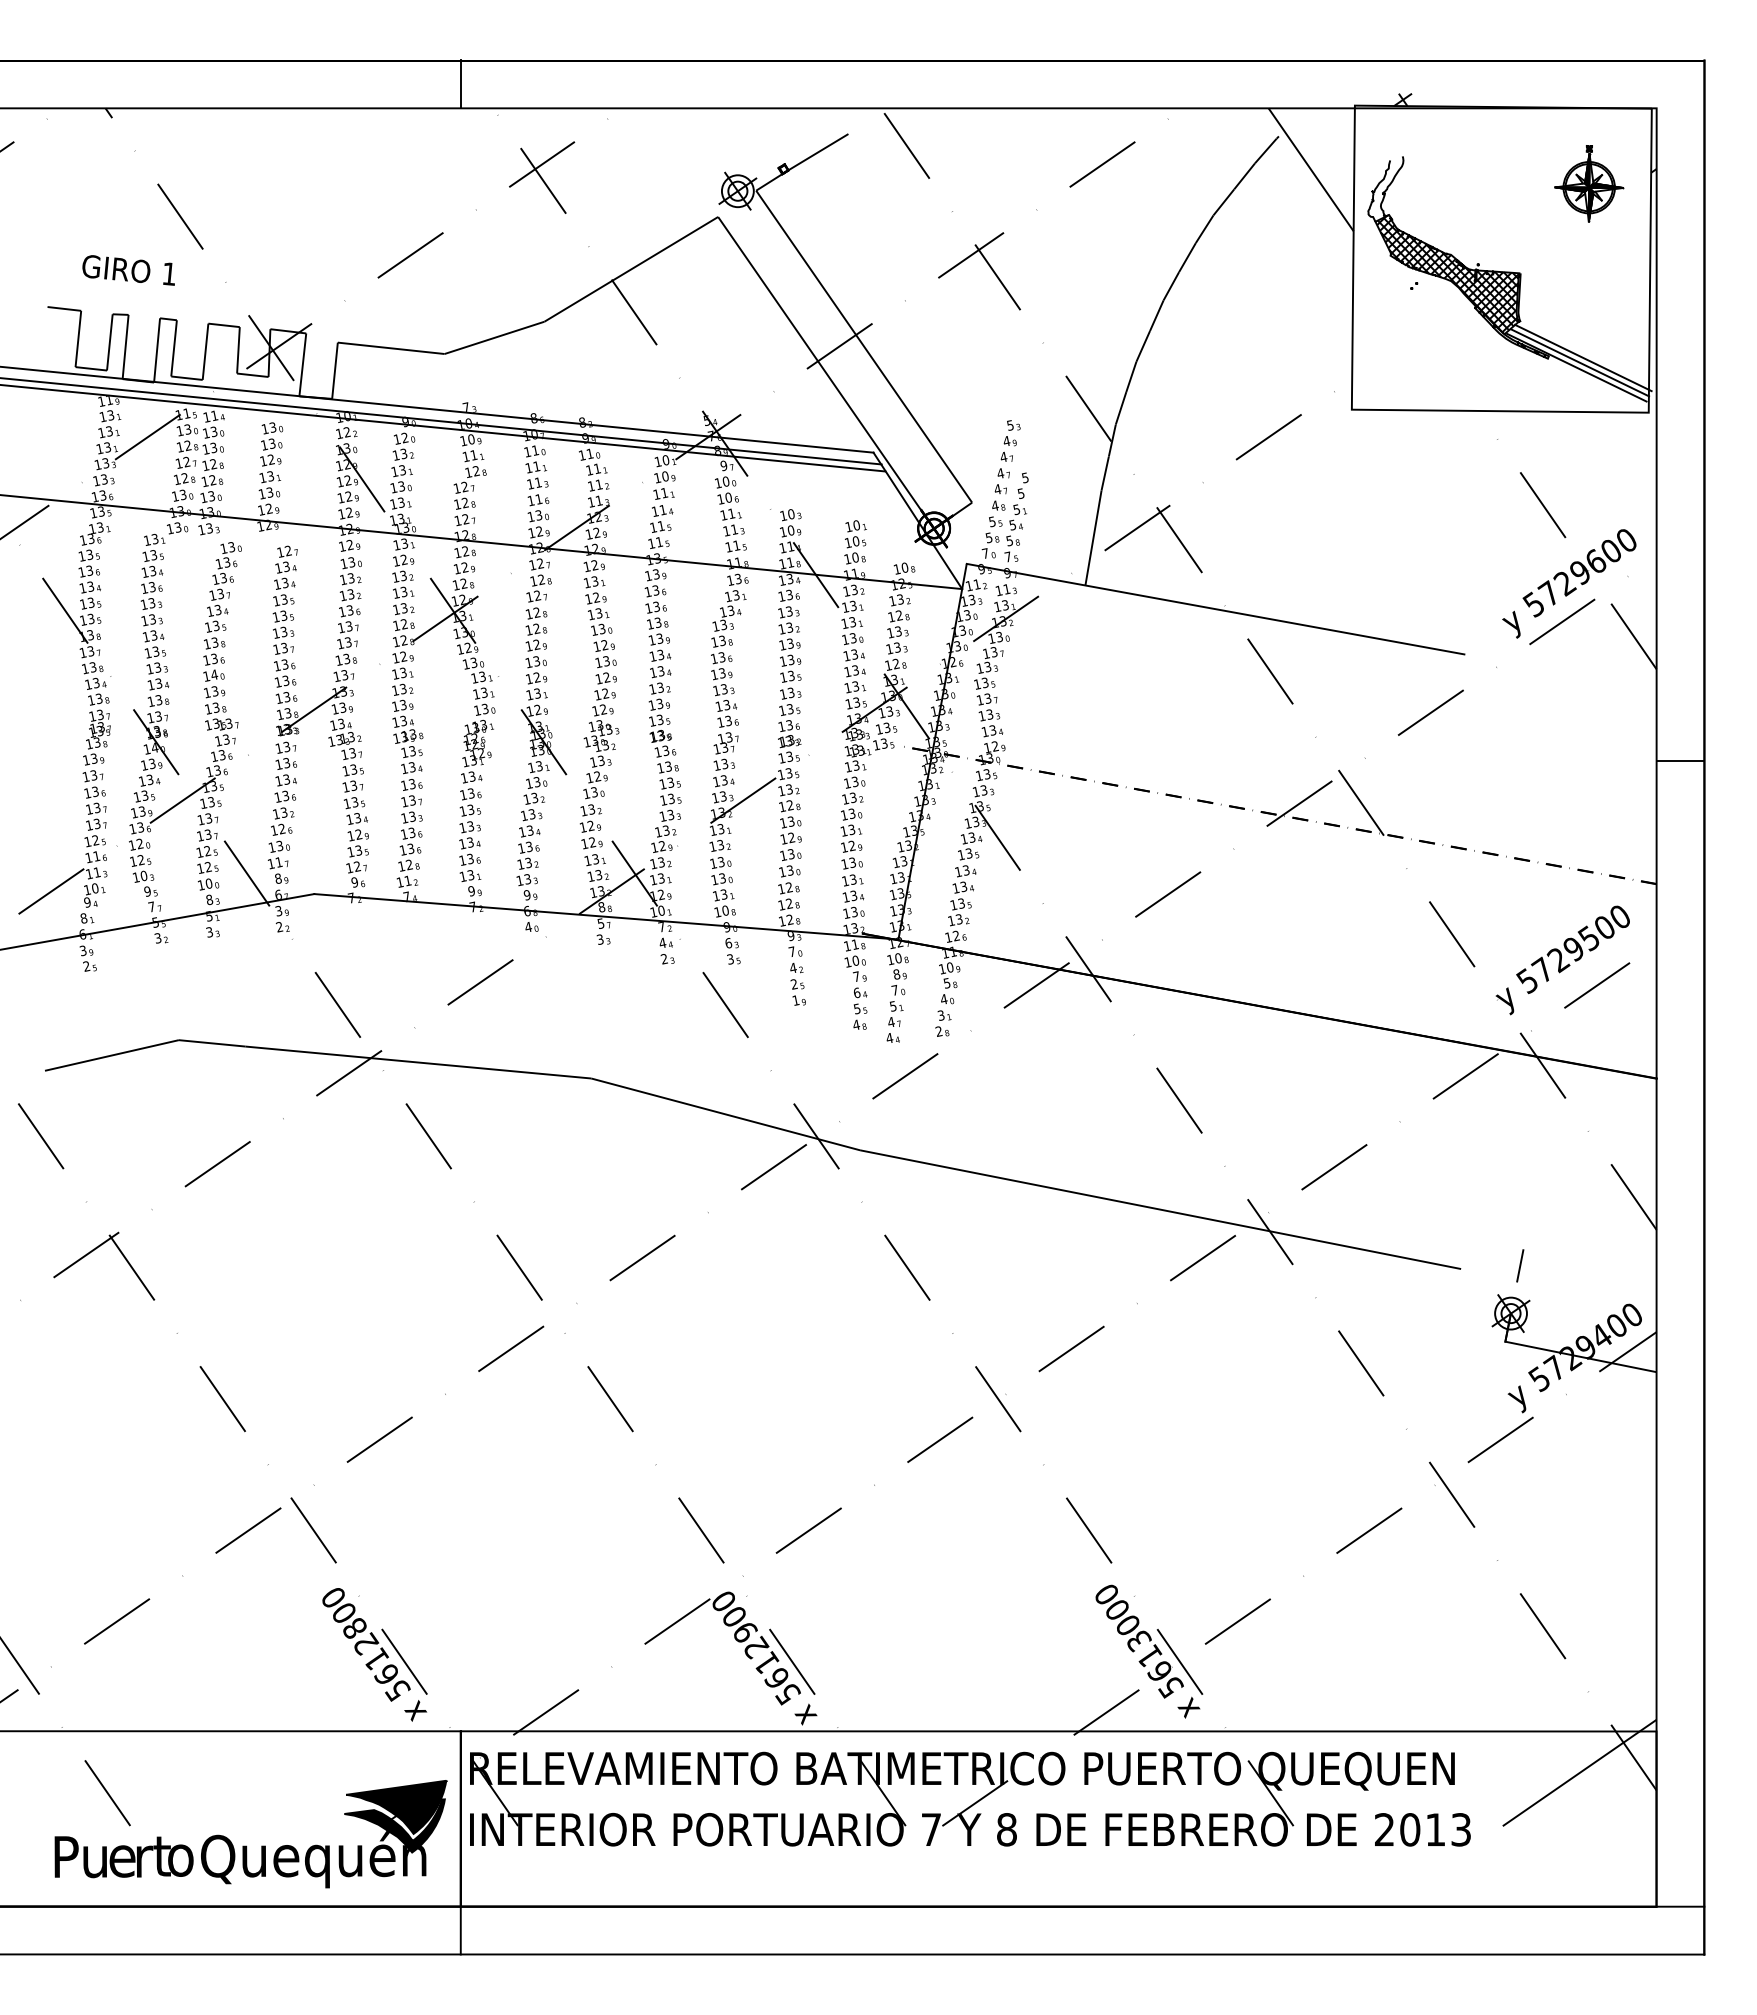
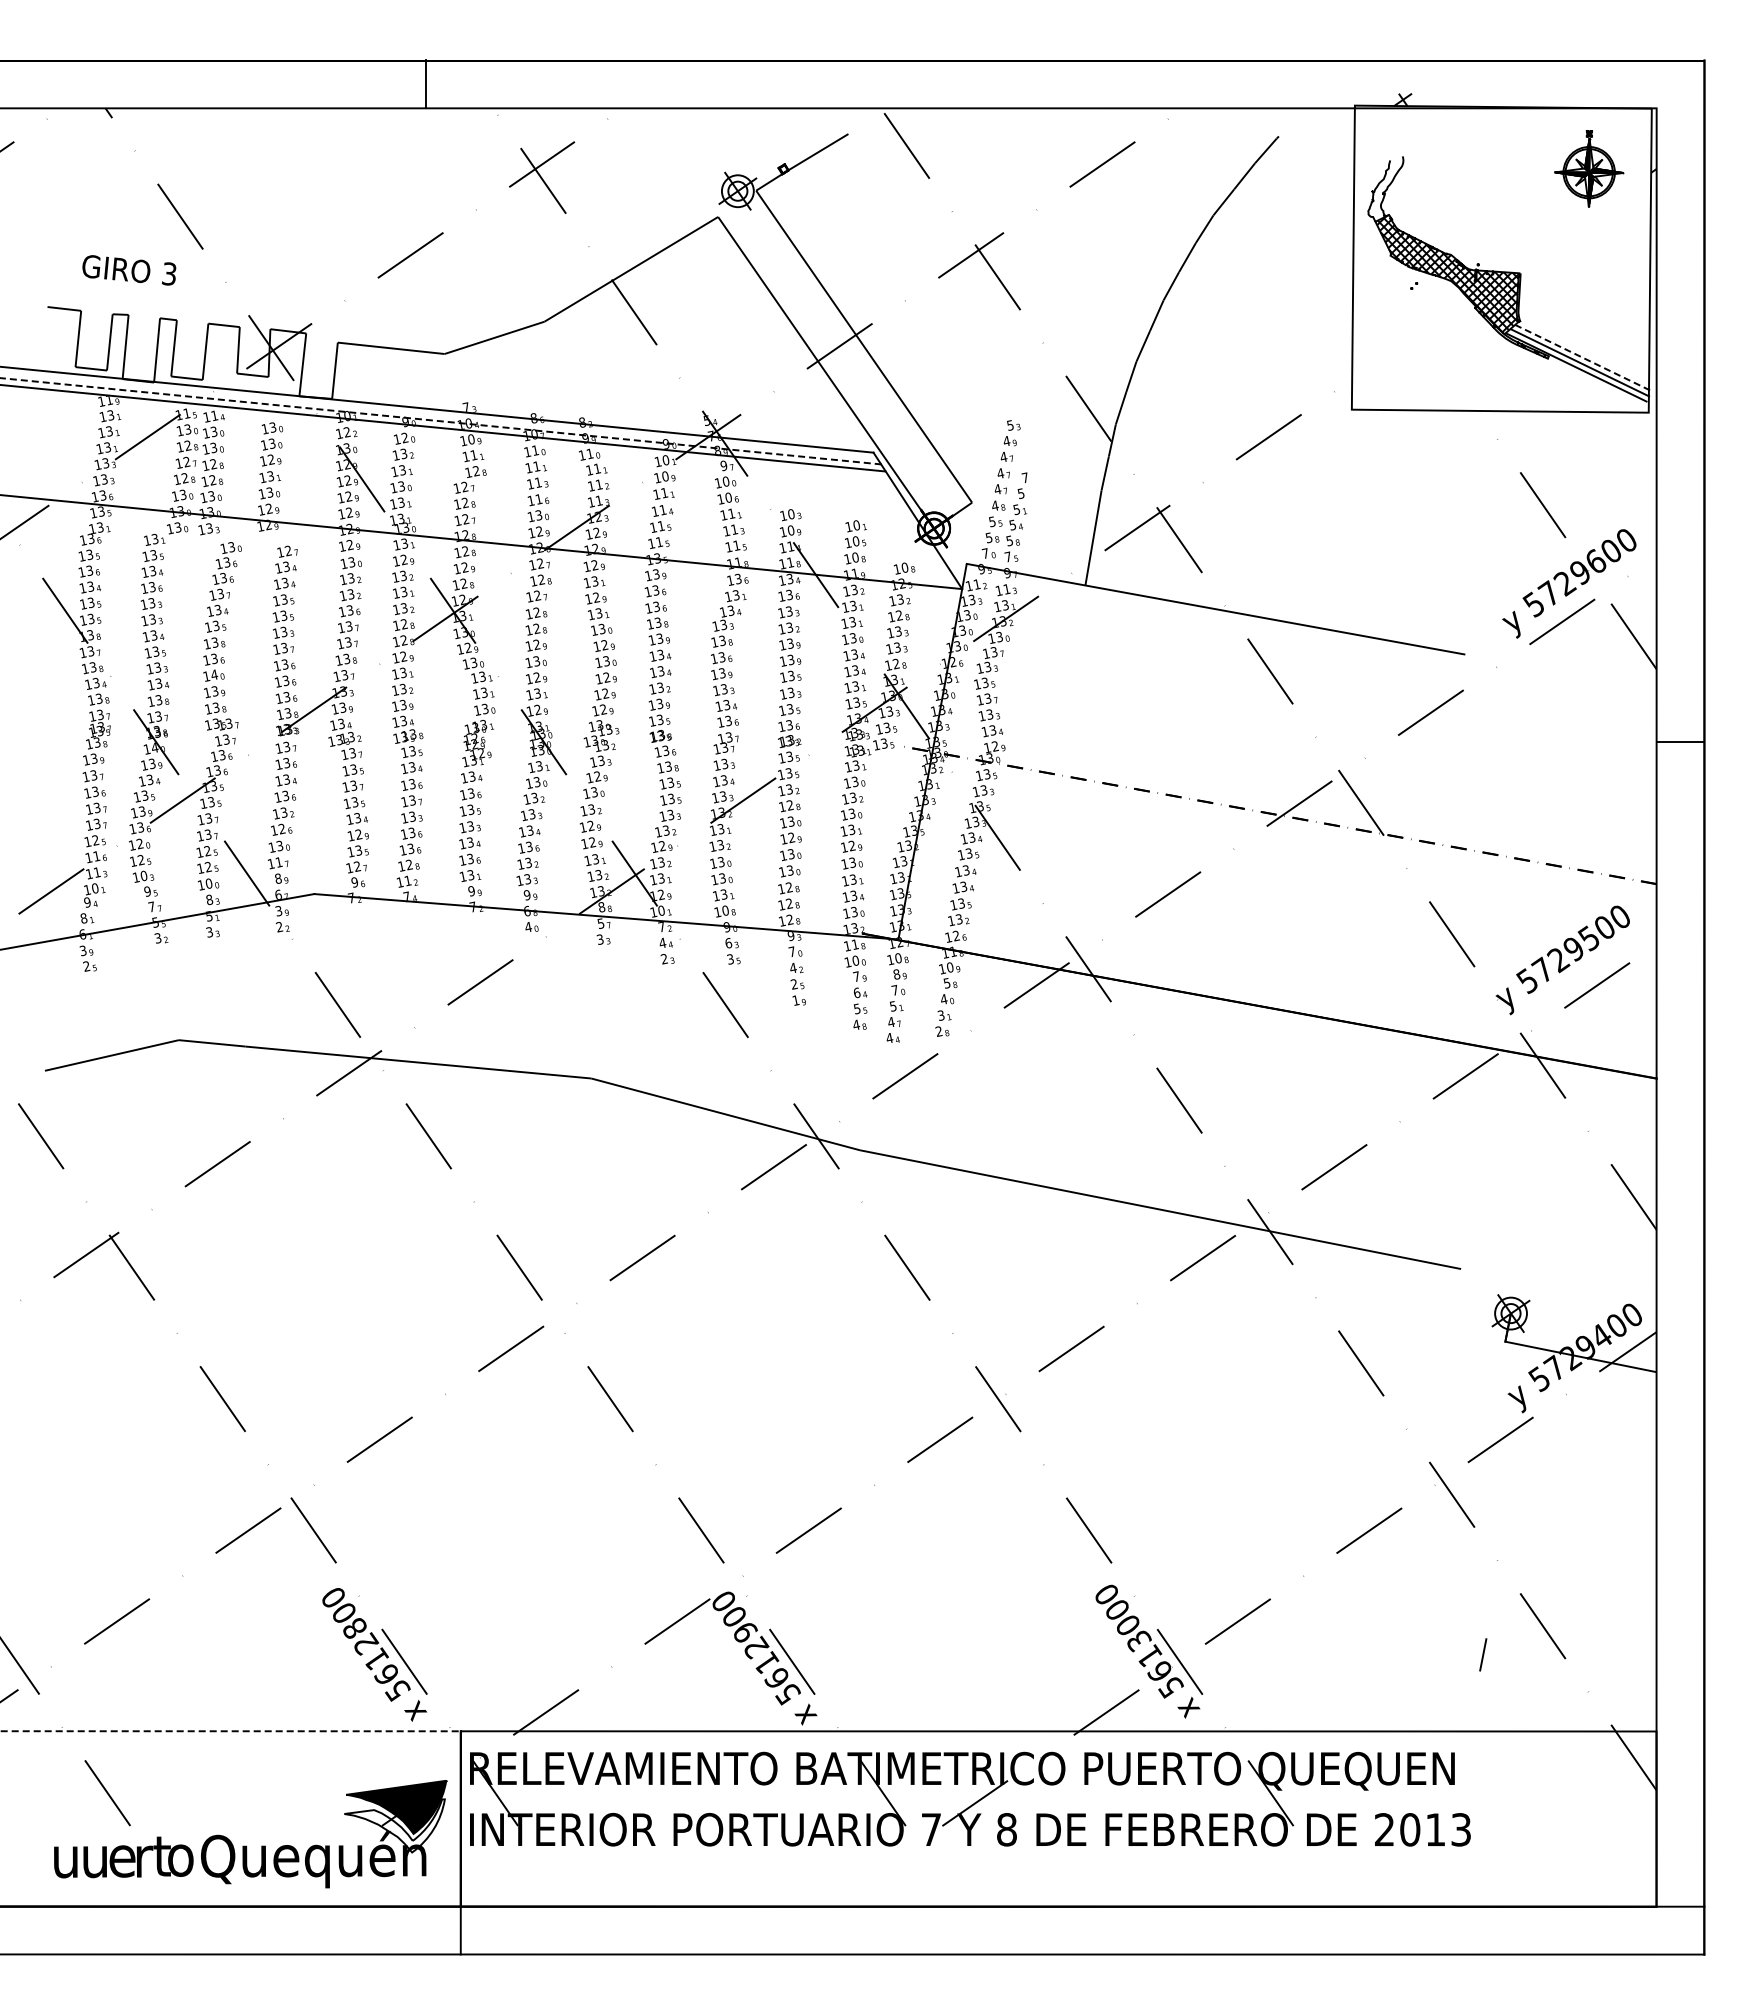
line at (460, 84) position: (460, 84) -> (425, 84)
line at (1310, 169): present -> none
part at (1589, 183) position: (1589, 183) -> (1589, 168)
text at (168, 273): 1 -> 3
line at (1583, 358): solid -> dashed
line at (440, 421): solid -> dashed
text at (1024, 477): 5 -> 7
line at (1680, 761) position: (1680, 761) -> (1680, 742)
line at (1520, 1265) position: (1520, 1265) -> (1483, 1654)
line at (231, 1731): solid -> dashed
line at (1579, 1772): present -> none
fill at (394, 1825): present -> none
text at (66, 1857): P -> u
